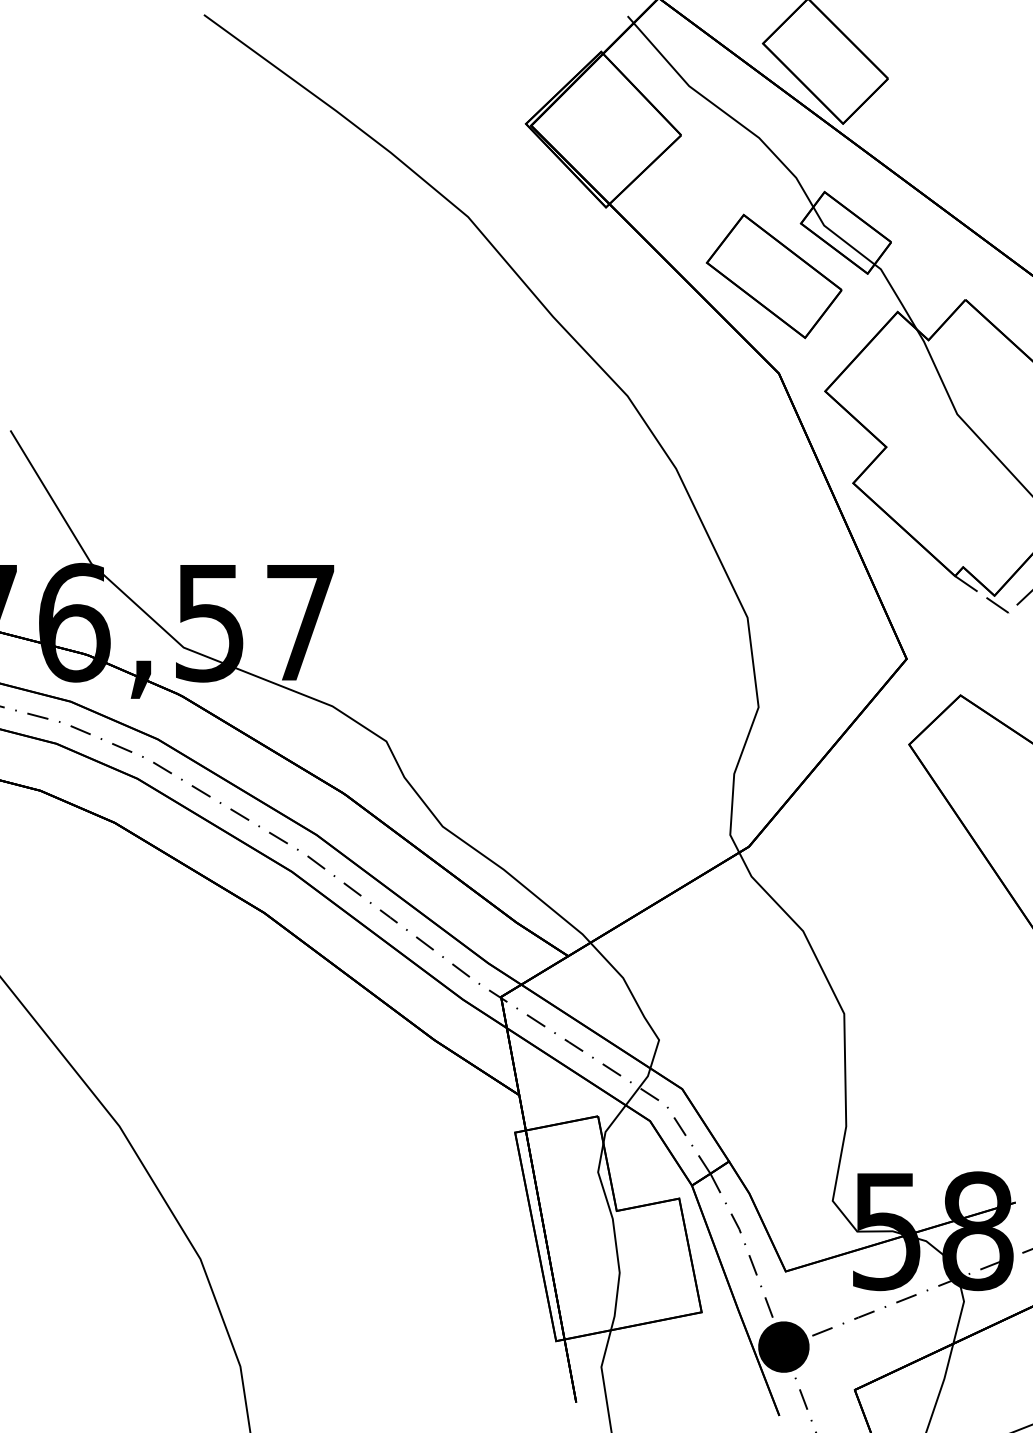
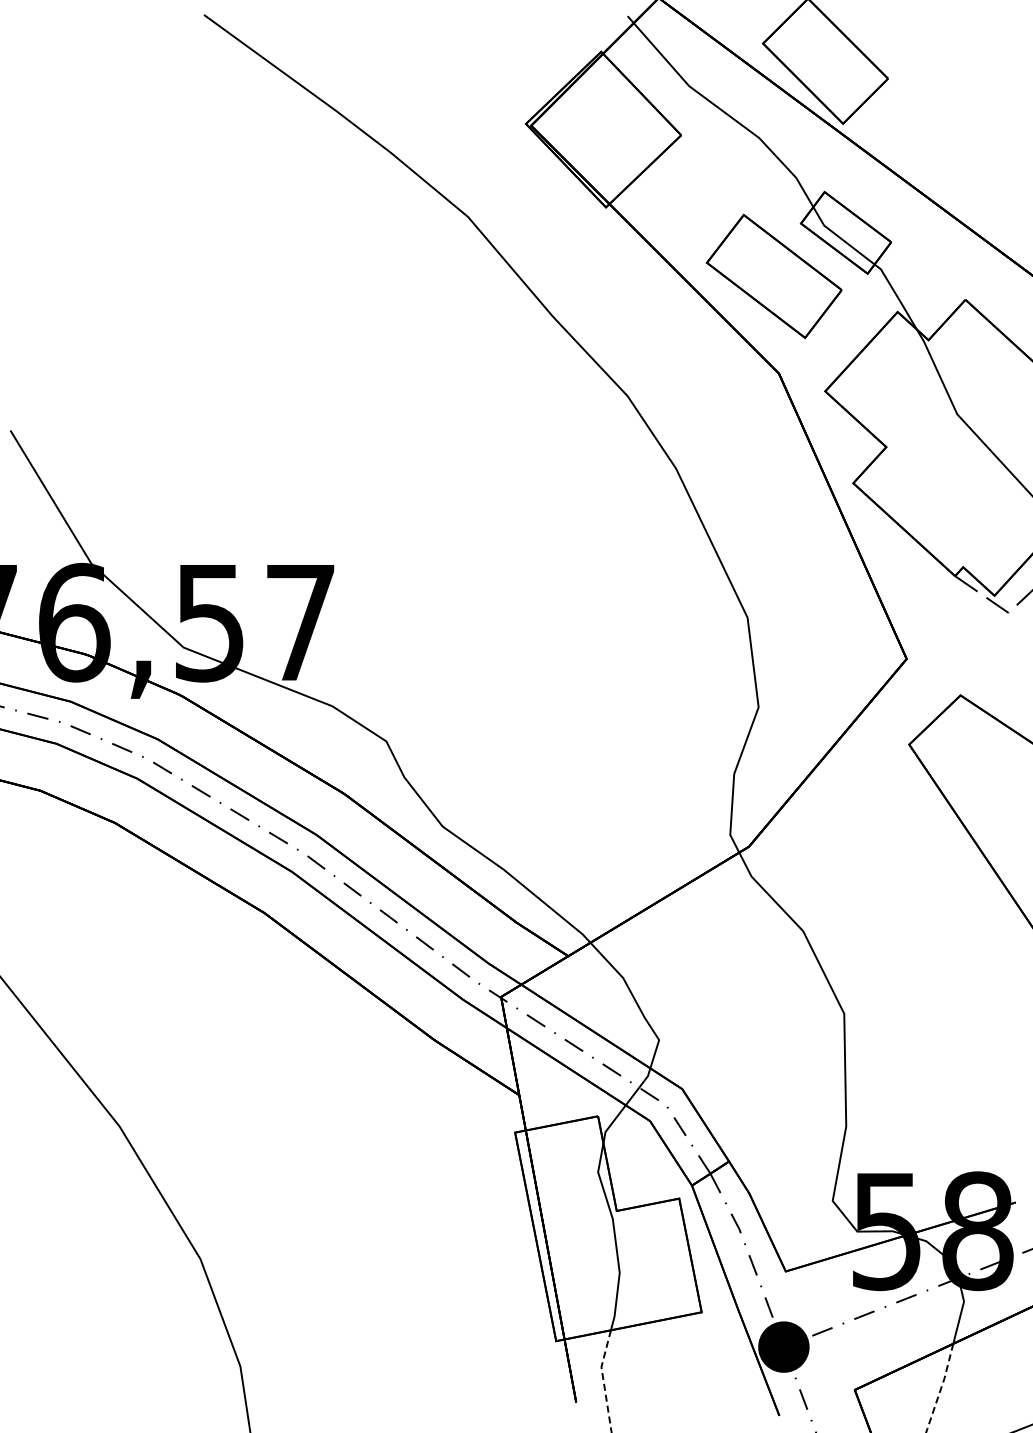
line at (603, 1380): solid -> dashed
line at (941, 1388): solid -> dashed
